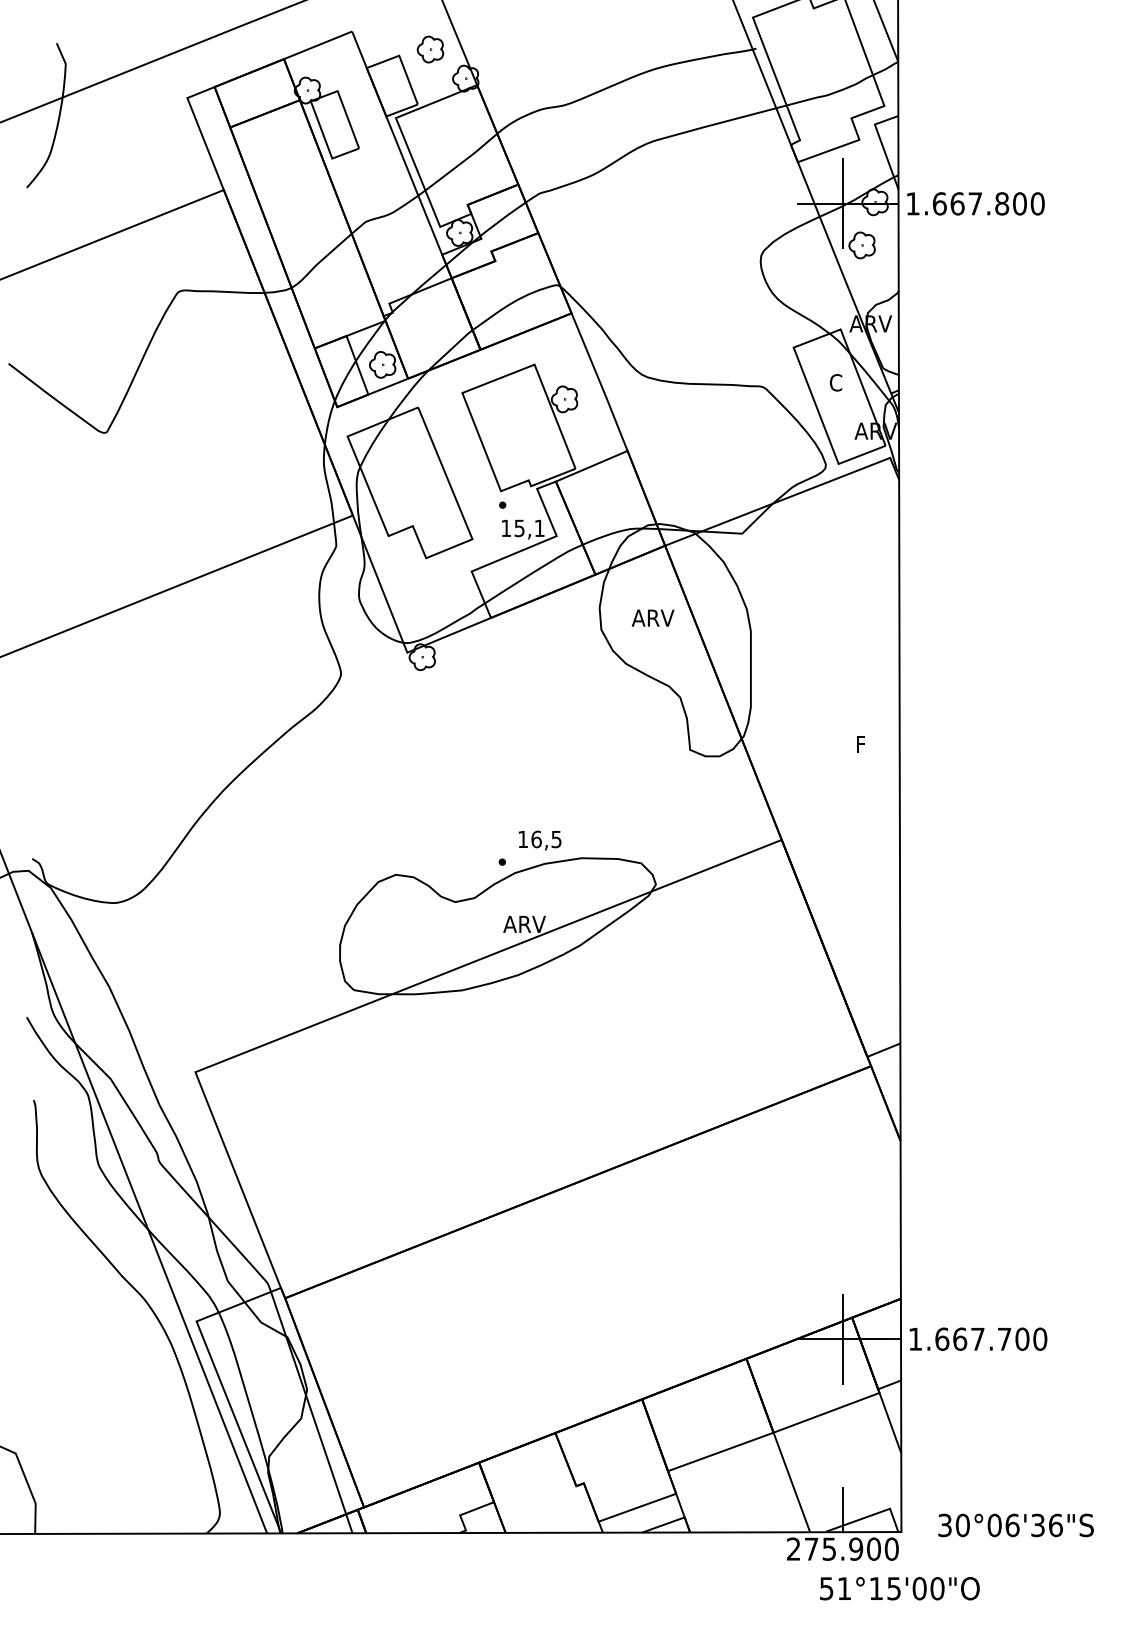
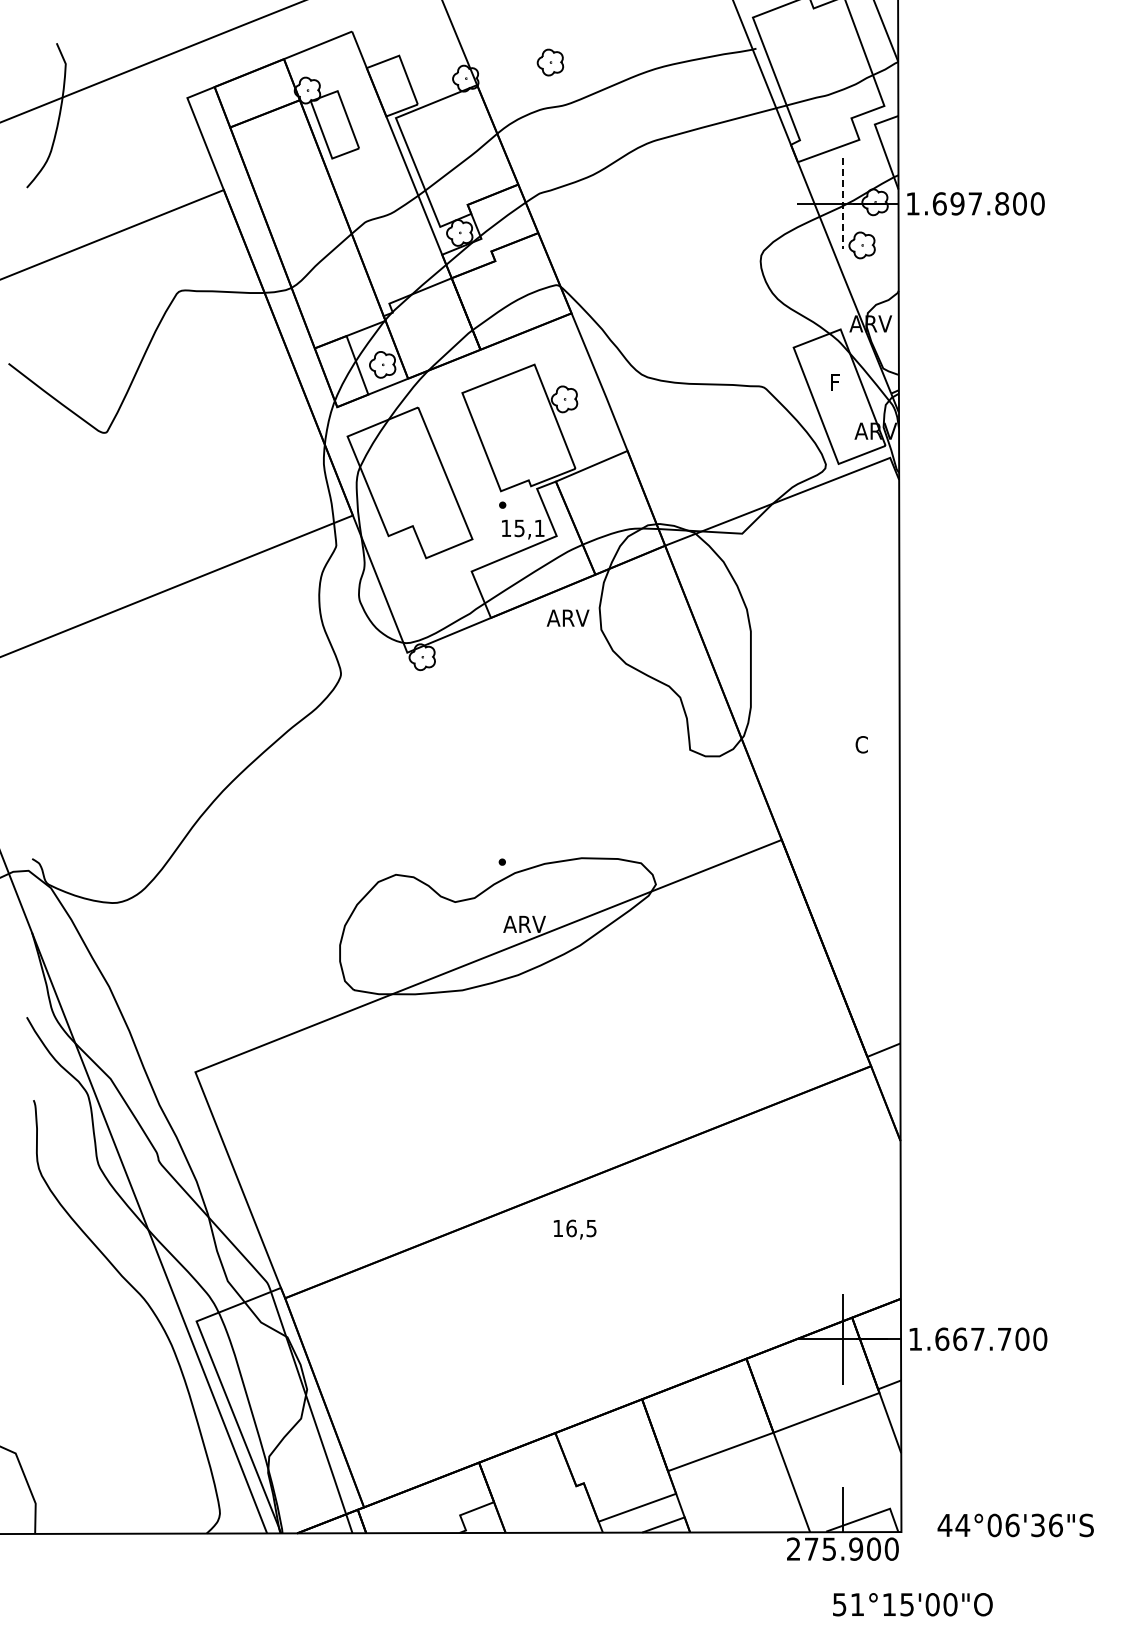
part at (430, 49) position: (430, 49) -> (550, 62)
text at (957, 203): 1.667.800 -> 1.697.800
line at (842, 204): solid -> dashed
text at (835, 382): C -> F
text at (652, 617) position: (652, 617) -> (567, 617)
text at (861, 744): F -> C
text at (539, 840) position: (539, 840) -> (574, 1229)
text at (953, 1525): 30°06'36"S -> 44°06'36"S
text at (899, 1588) position: (899, 1588) -> (912, 1604)
